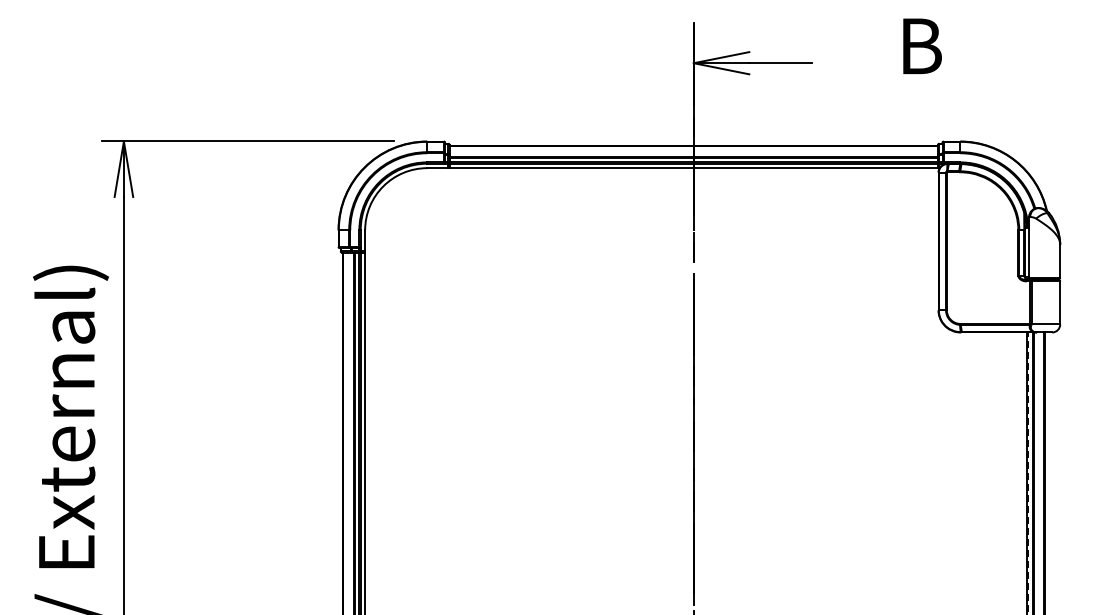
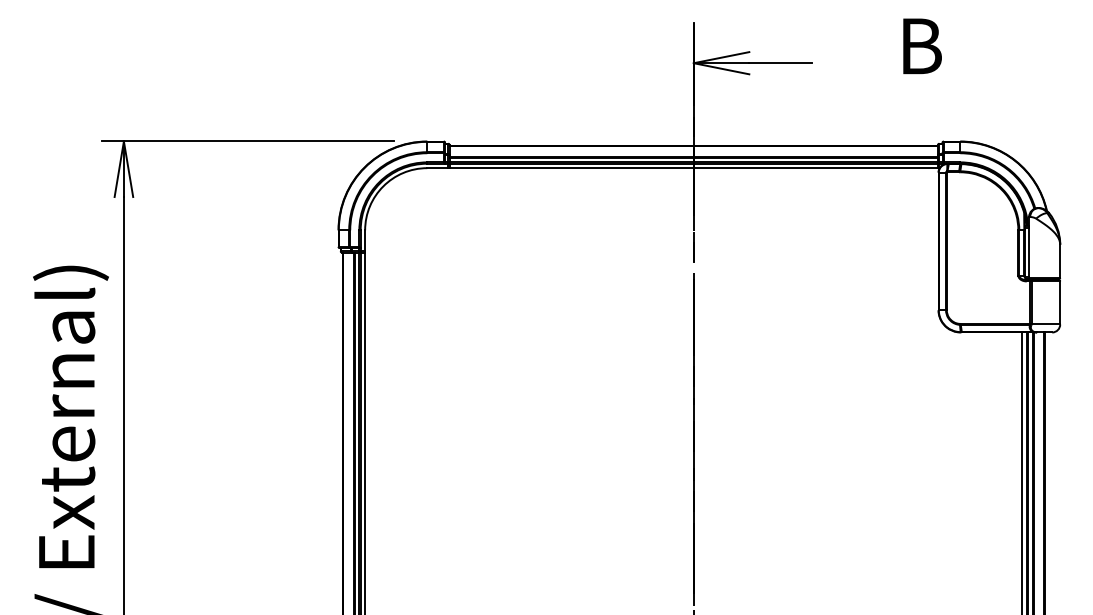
line at (1022, 471): none -> present
line at (1028, 473): dashed -> solid
